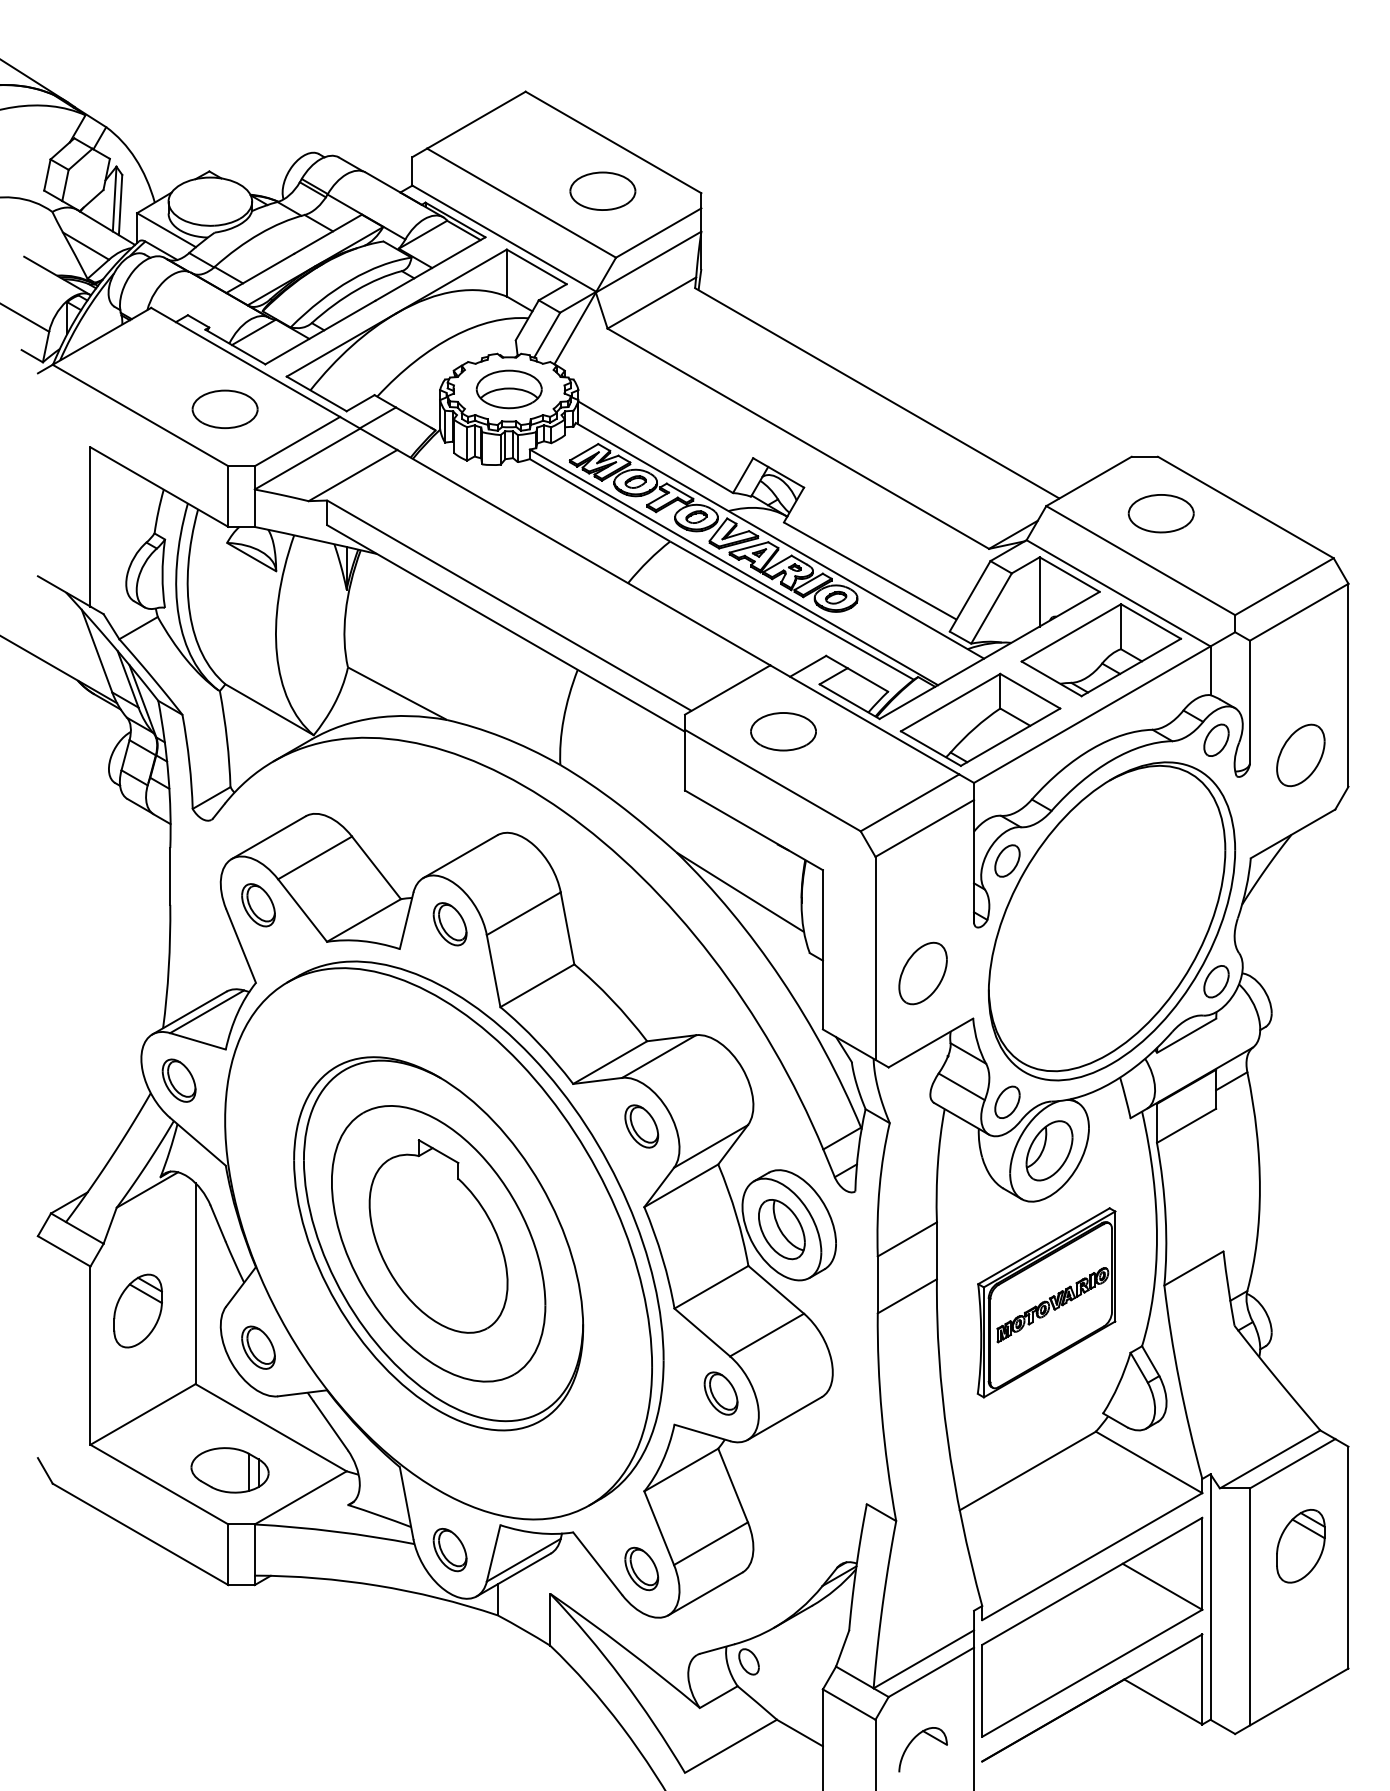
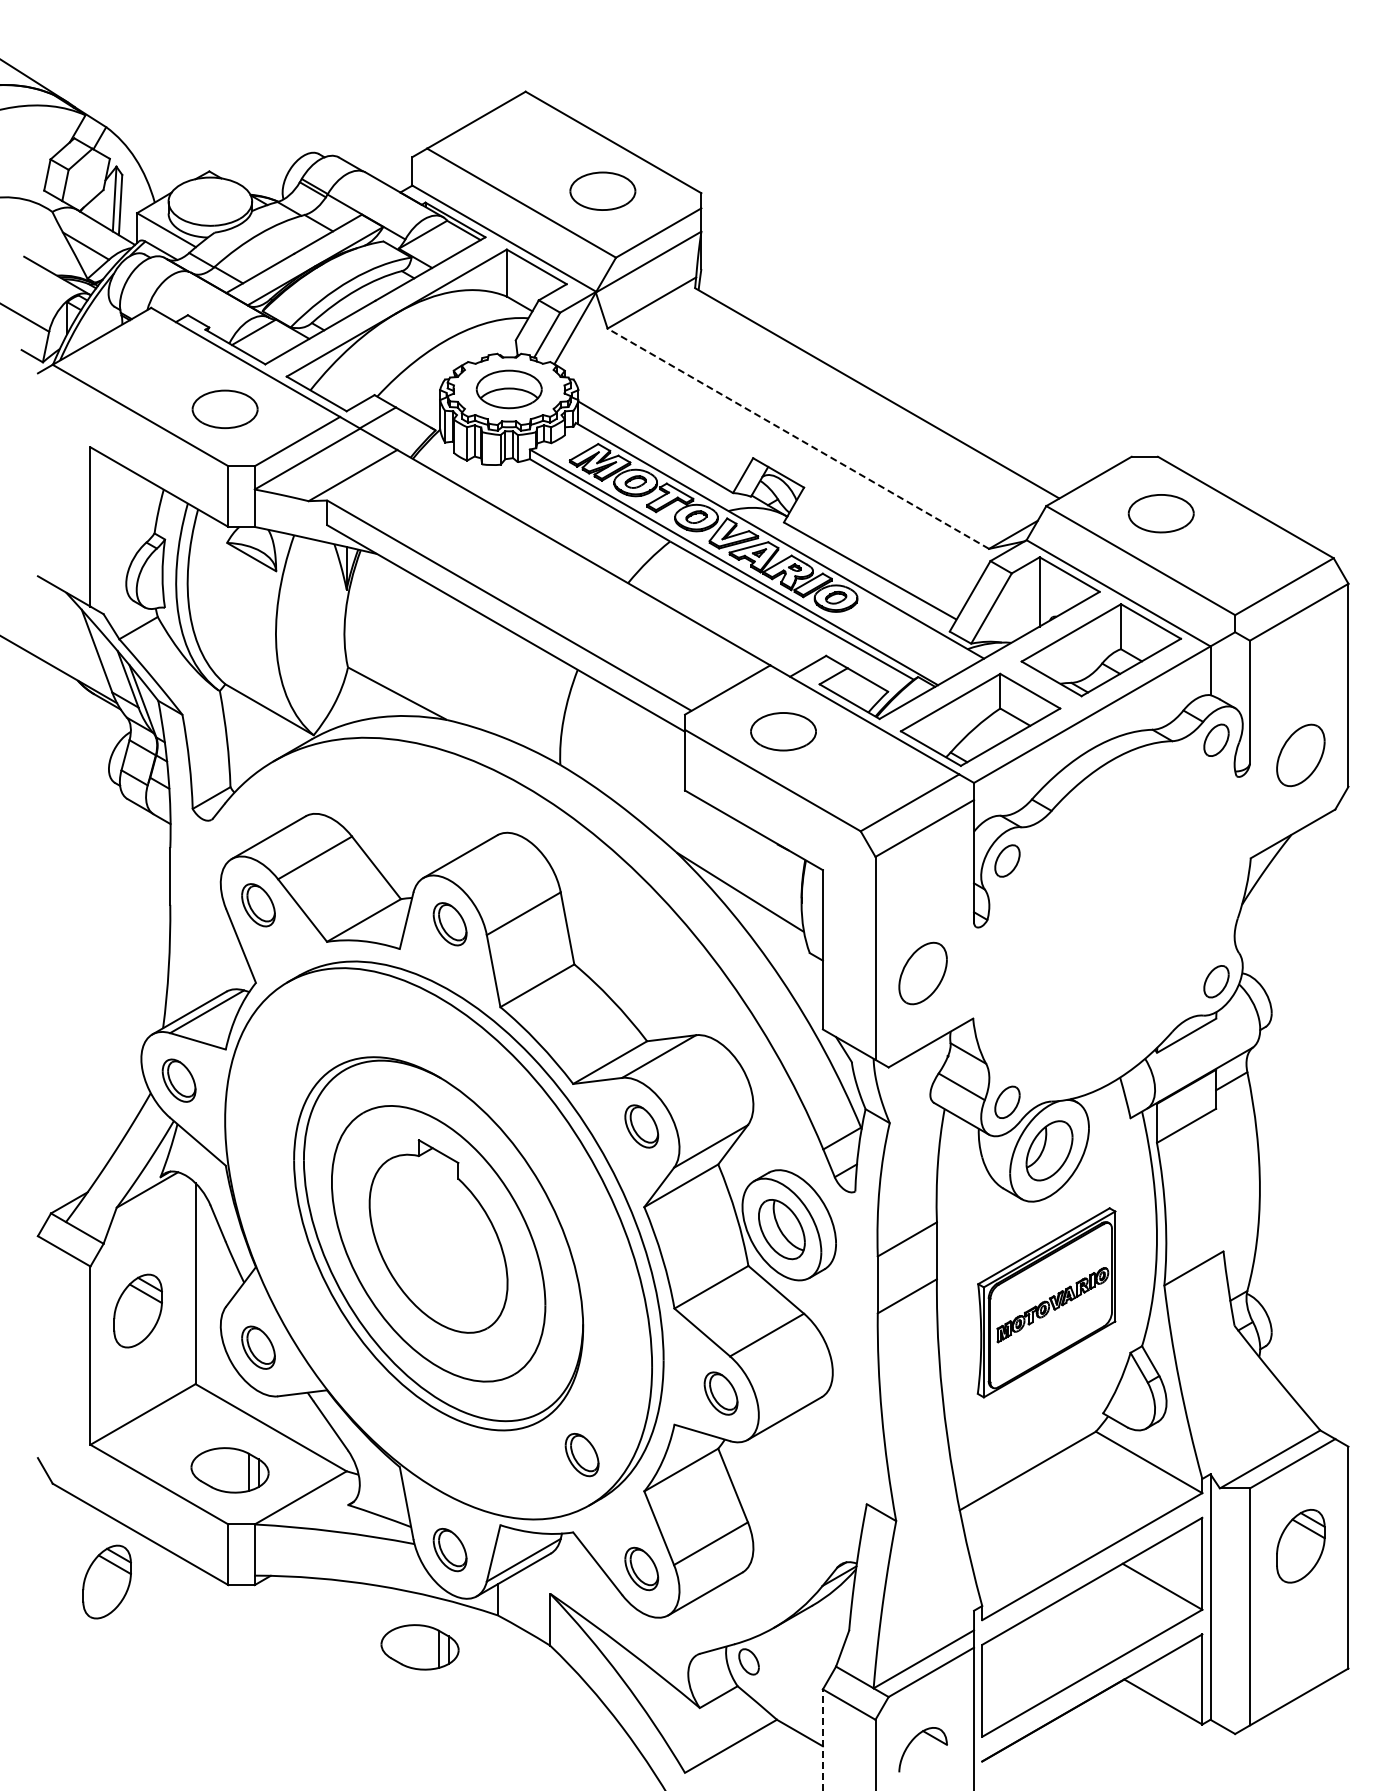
line at (797, 438): solid -> dashed
part at (1111, 921): present -> none
part at (581, 1455): none -> present
part at (106, 1581): none -> present
part at (419, 1647): none -> present
line at (822, 1740): solid -> dashed
